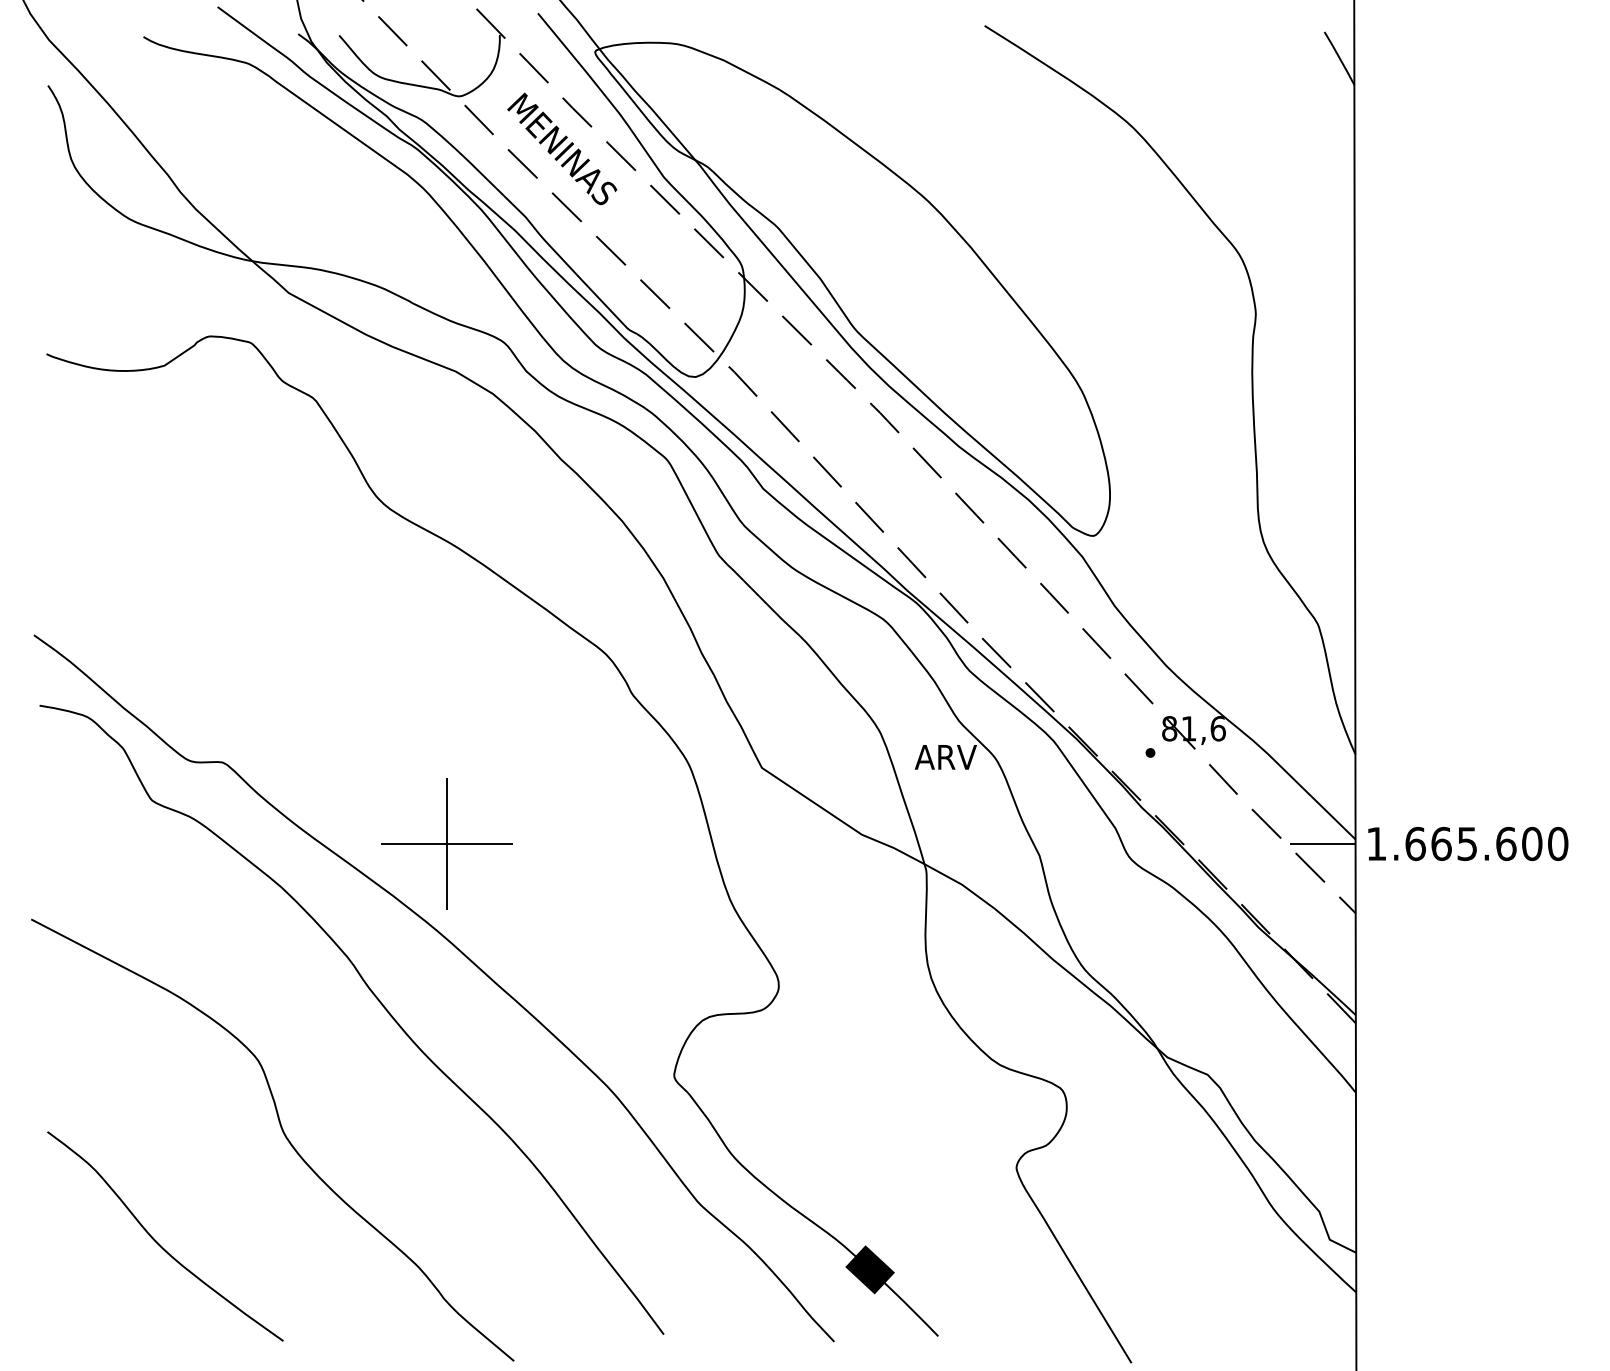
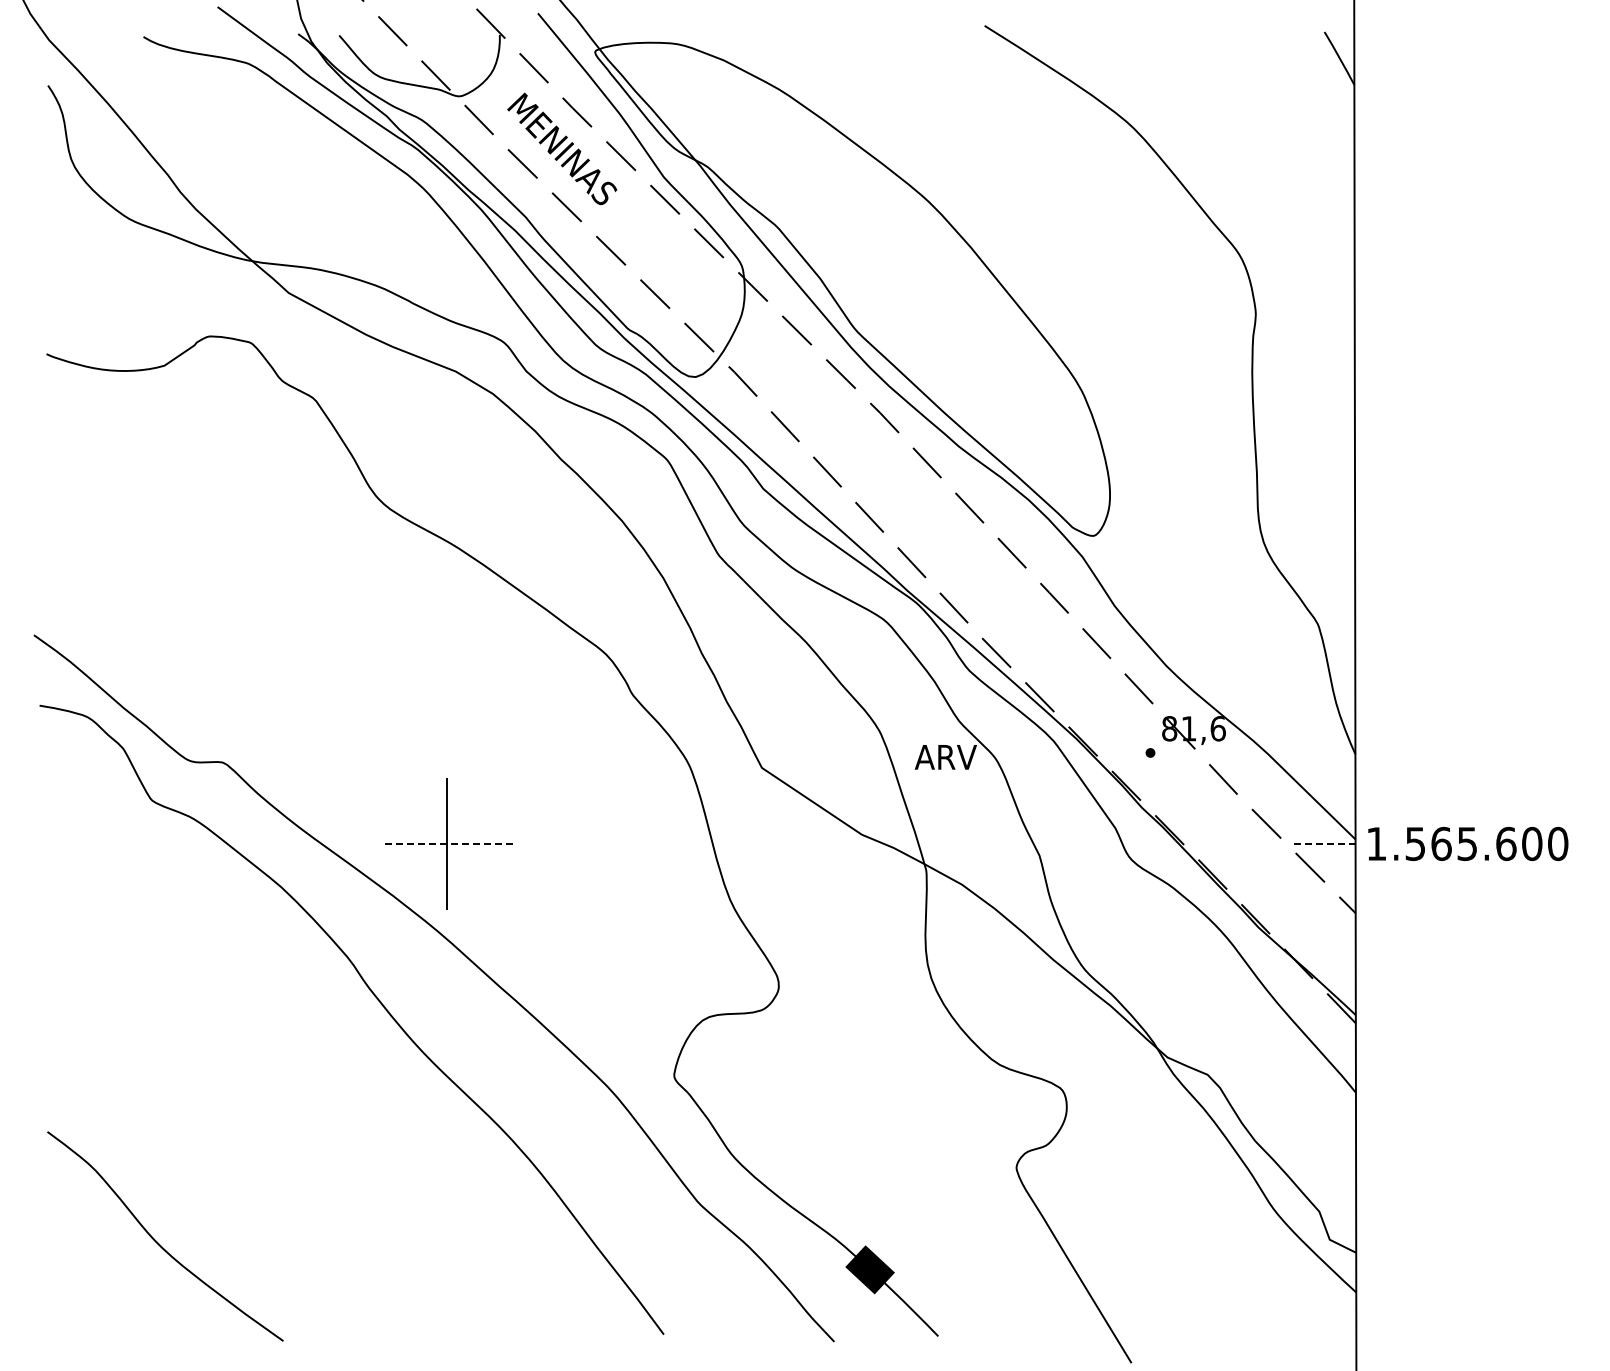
line at (446, 843): solid -> dashed
line at (1322, 843): solid -> dashed
text at (1415, 843): 1.665.600 -> 1.565.600
curve at (283, 1134): present -> none
